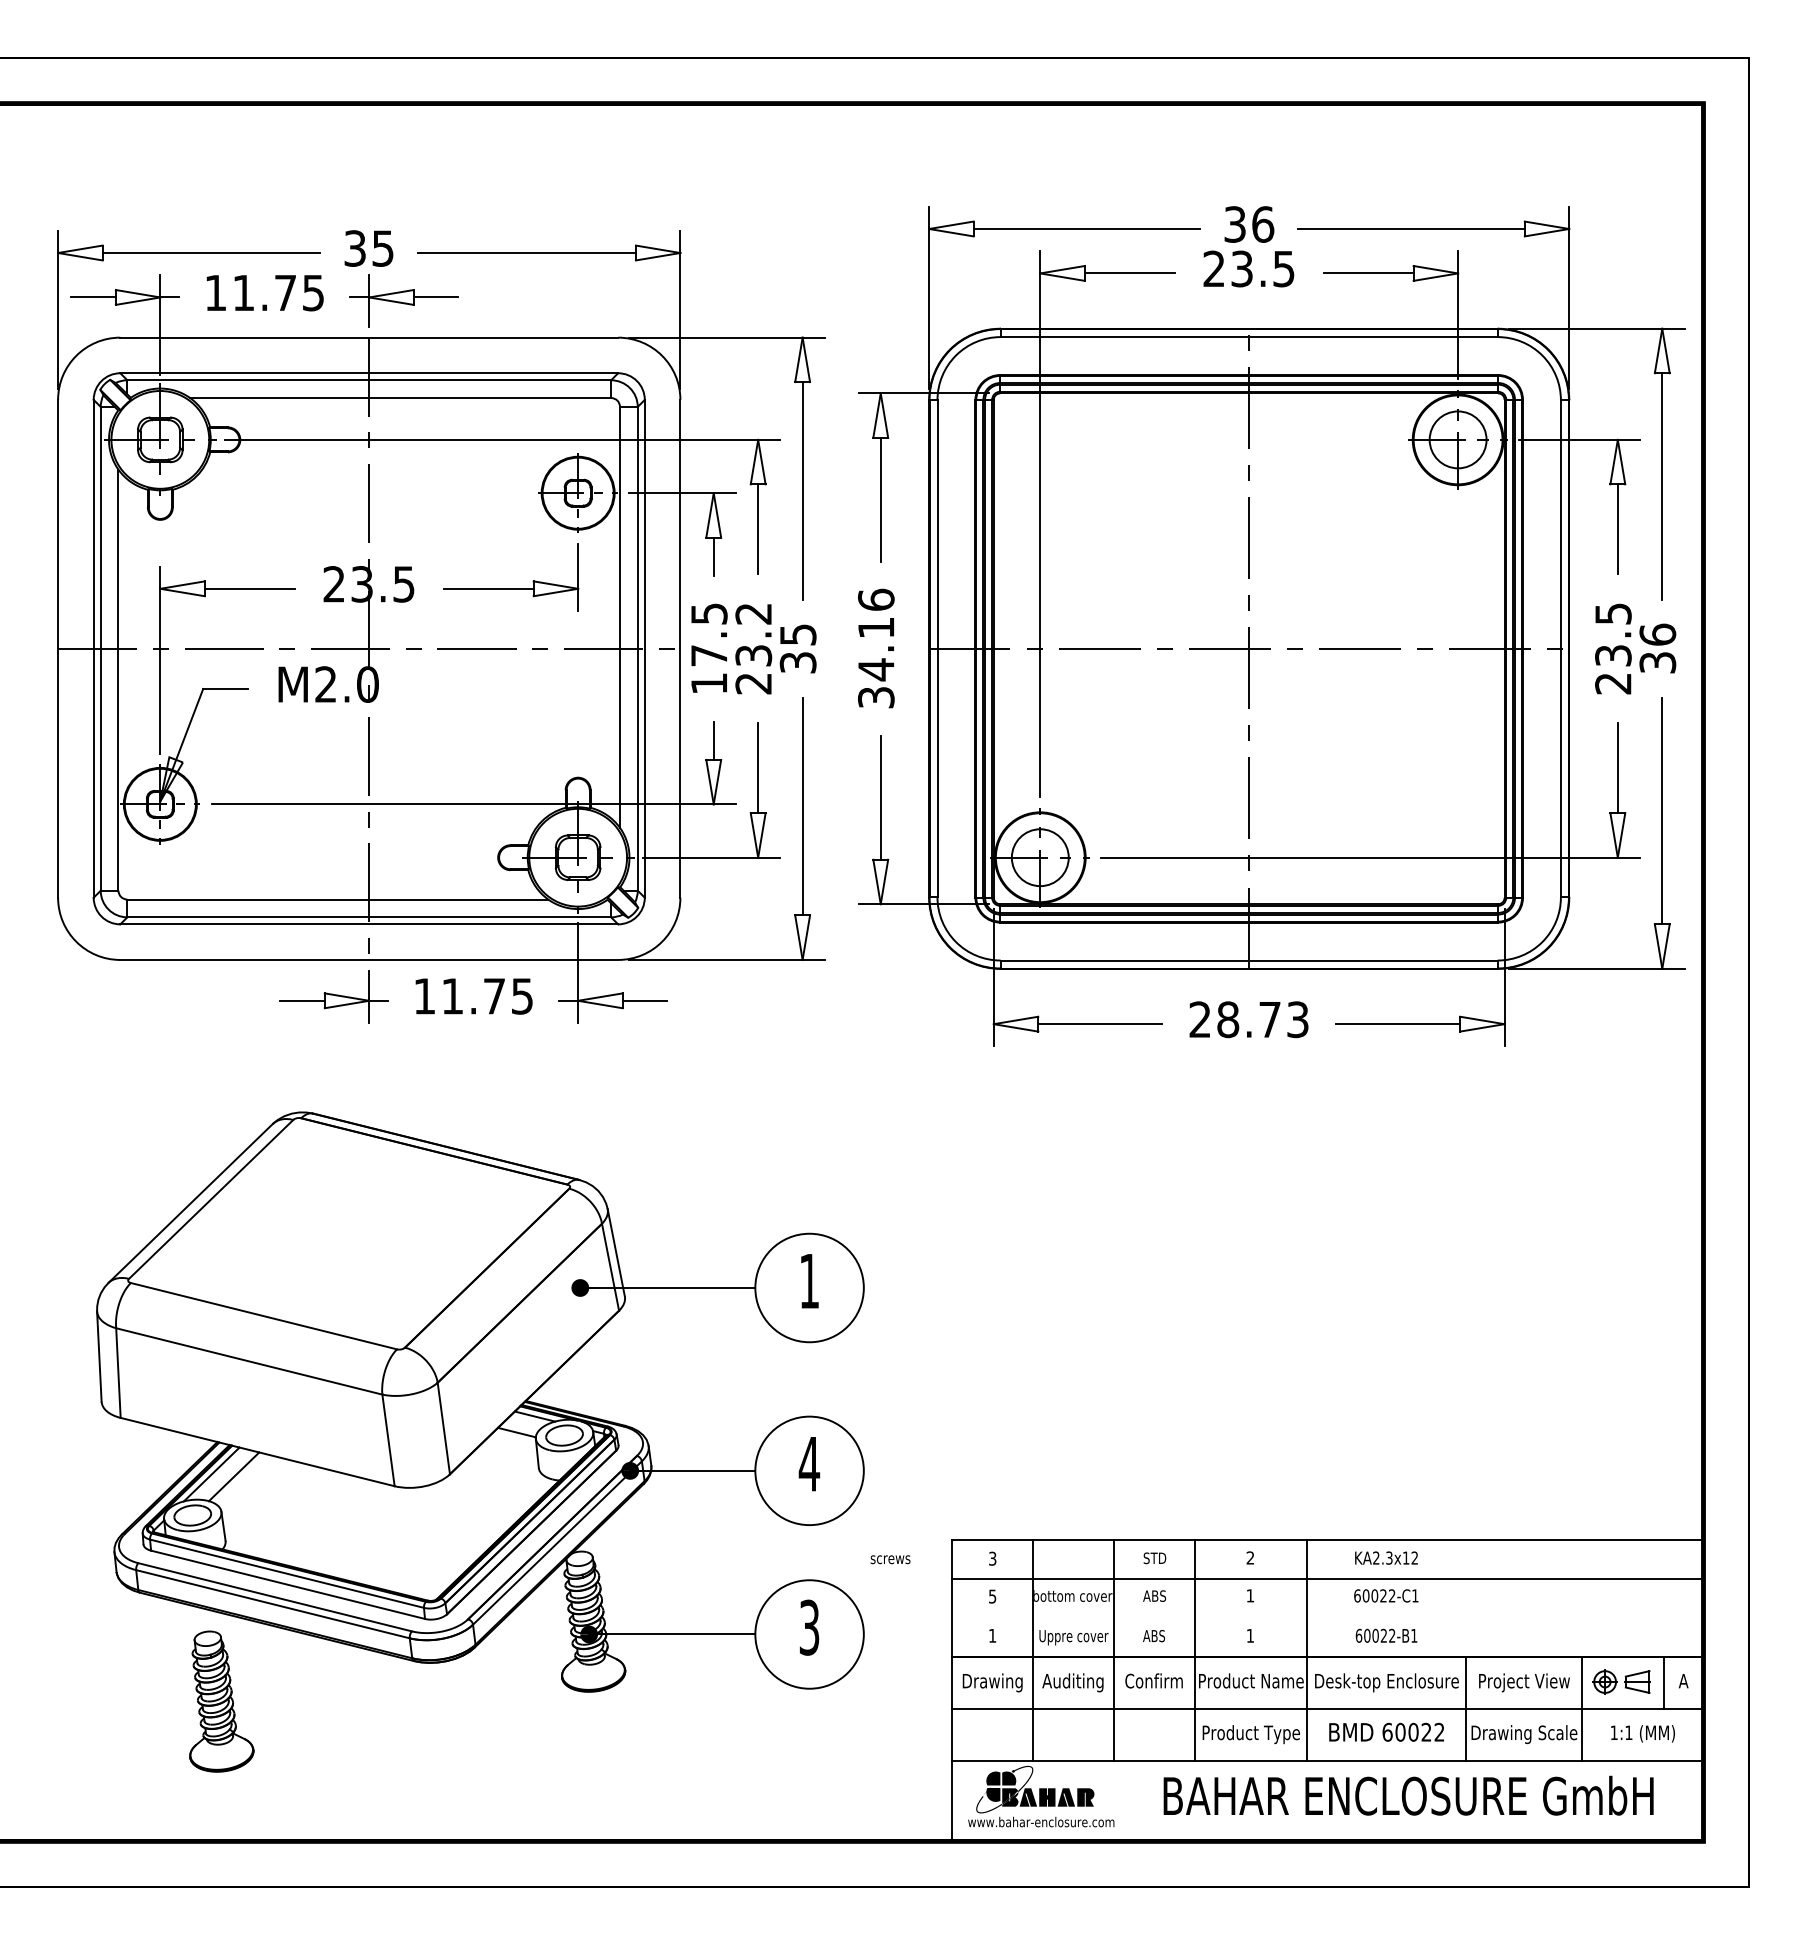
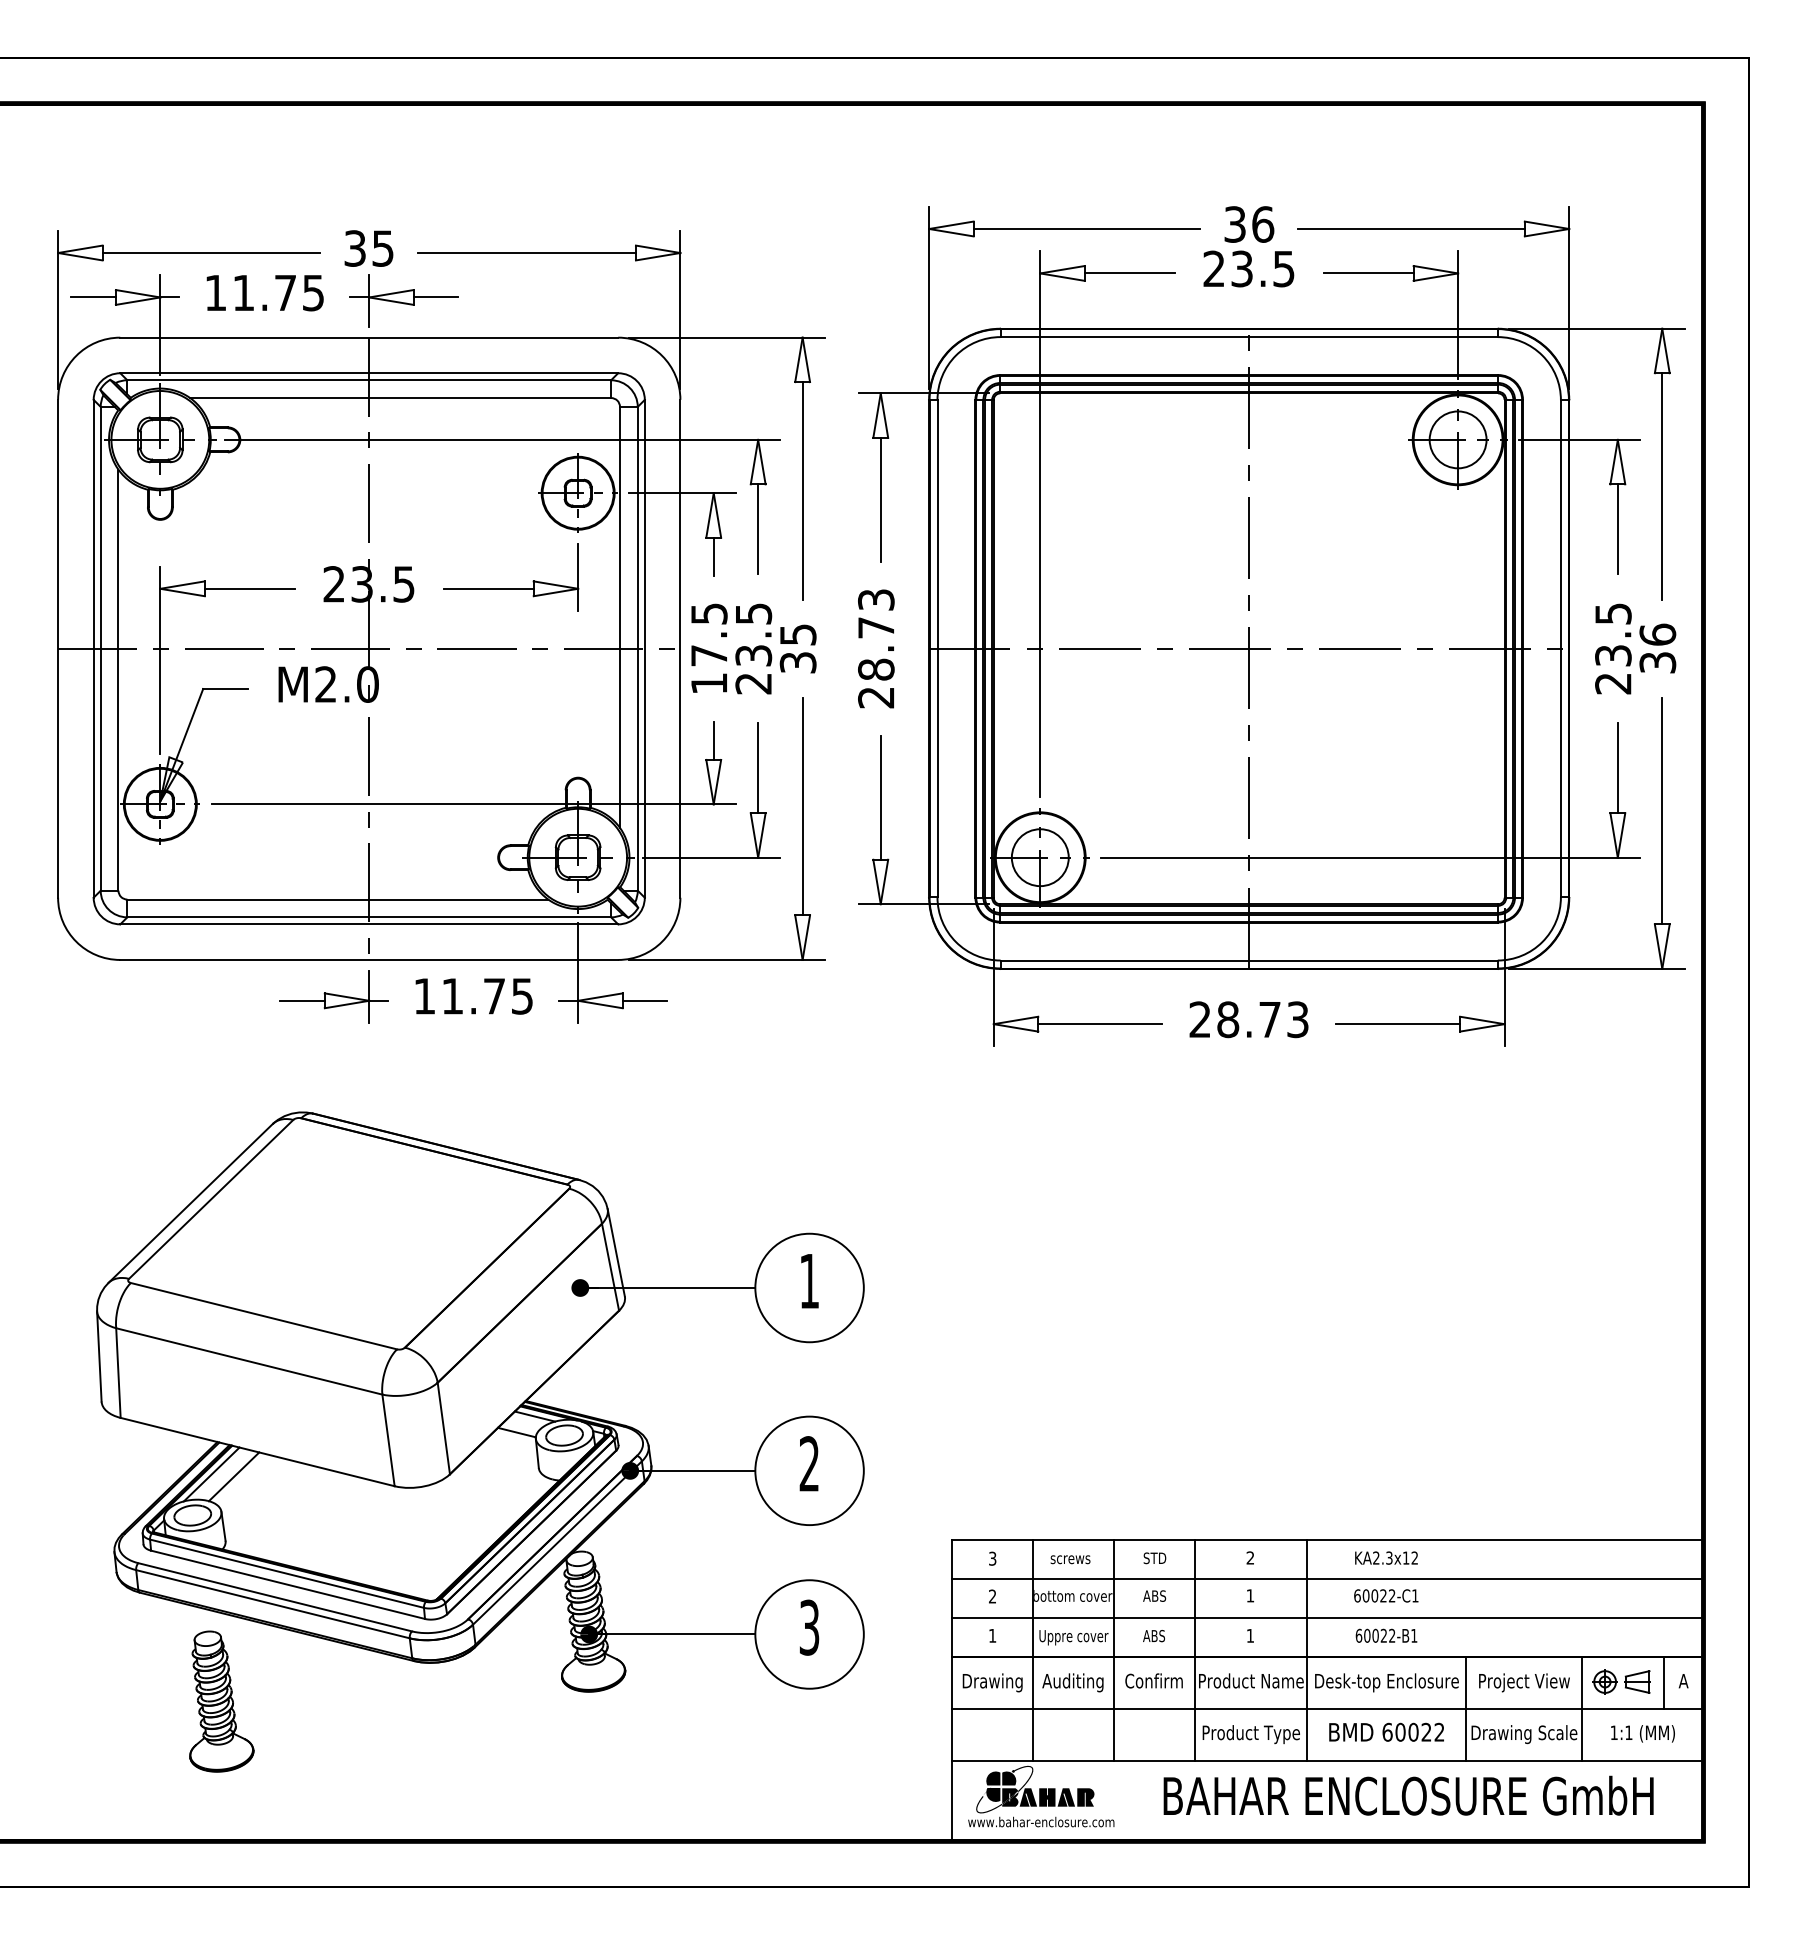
text at (753, 613): 23.2 -> 23.5
text at (876, 648): 34.16 -> 28.73
text at (809, 1463): 4 -> 2
text at (890, 1559) position: (890, 1559) -> (1070, 1559)
text at (992, 1596): 5 -> 2
line at (1327, 1618): none -> present
